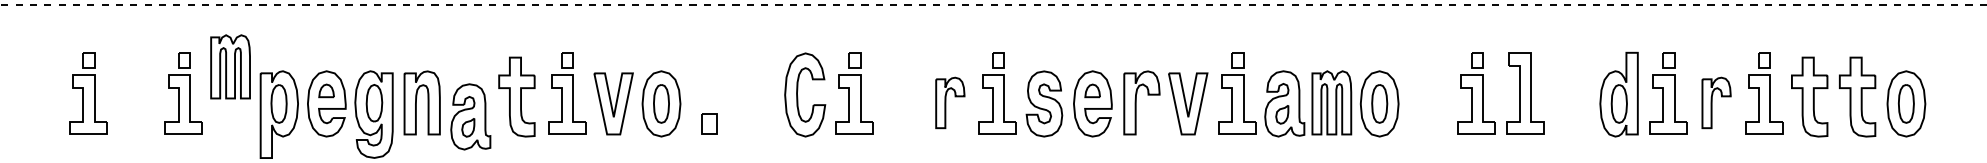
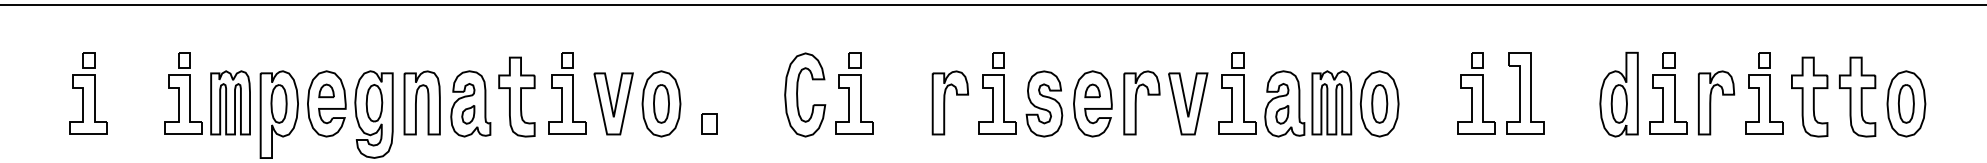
line at (993, 4): dashed -> solid
part at (230, 66) position: (230, 66) -> (230, 102)
part at (950, 102) size: 31x54 px -> 38x66 px
part at (1716, 102) size: 31x54 px -> 38x66 px
part at (470, 116) position: (470, 116) -> (470, 103)
